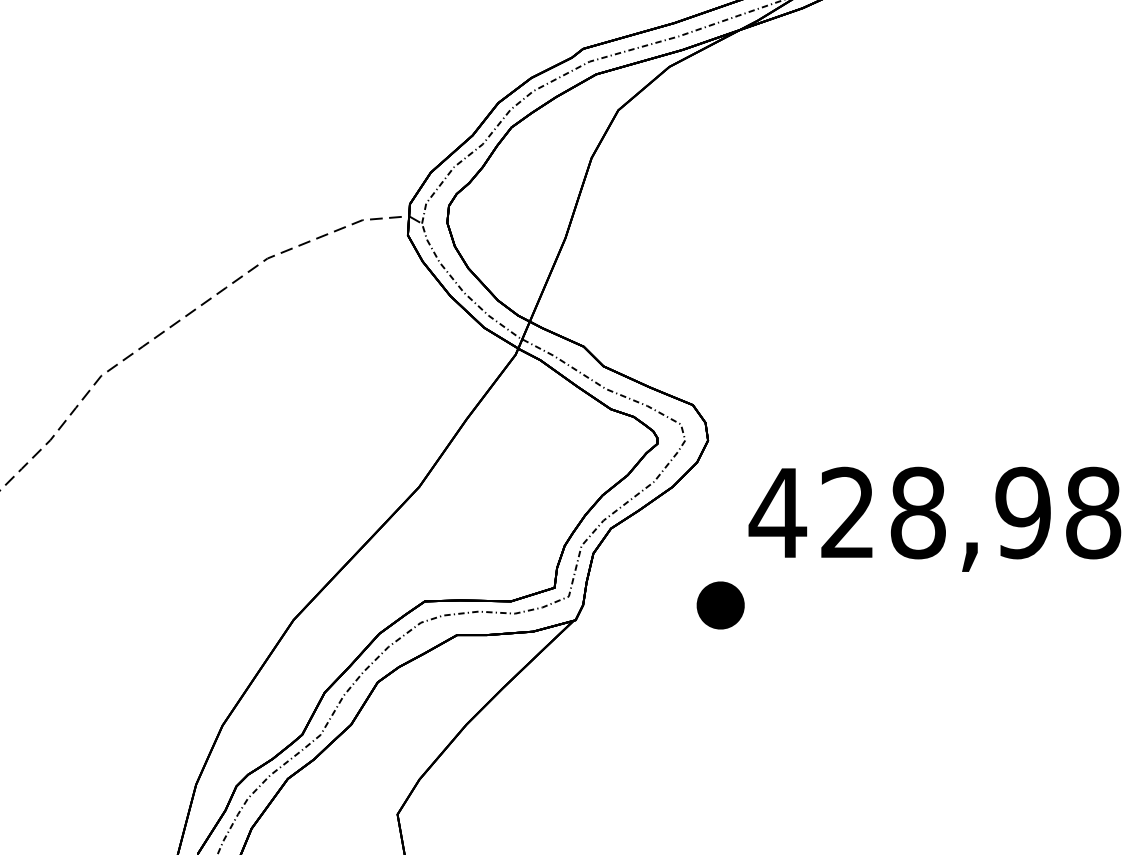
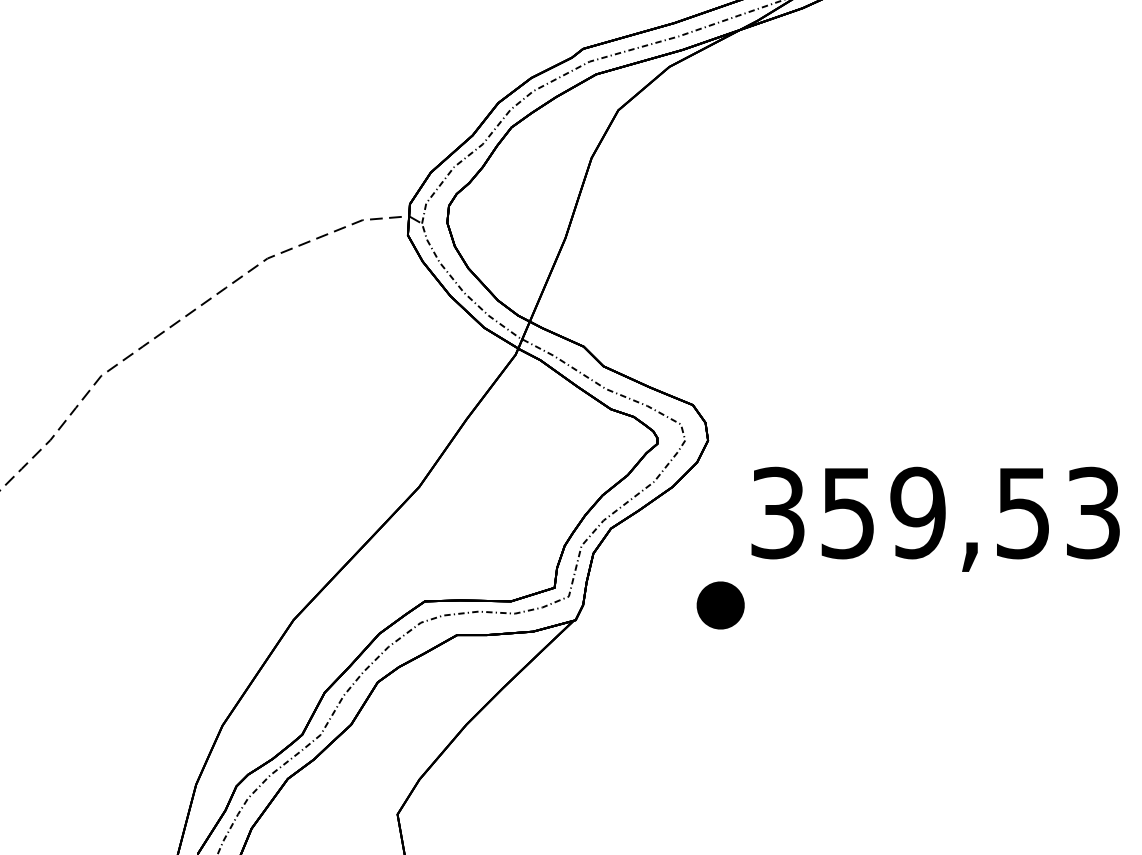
text at (934, 512): 428,98 -> 359,53
